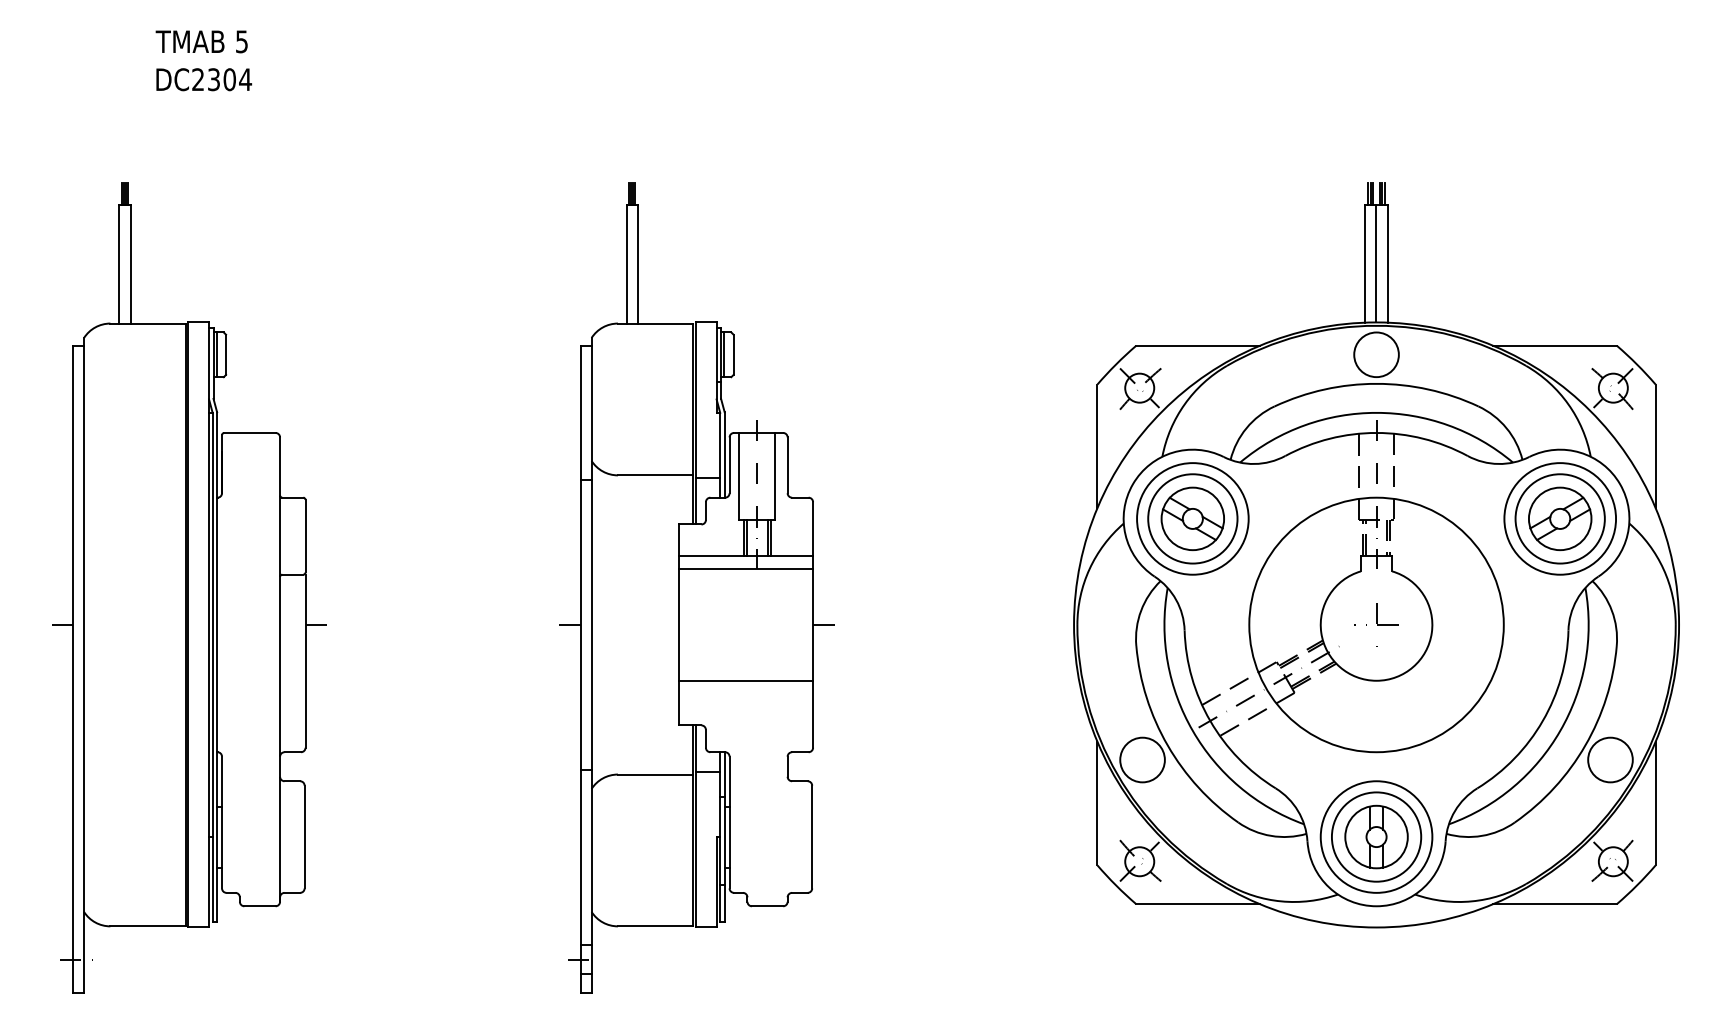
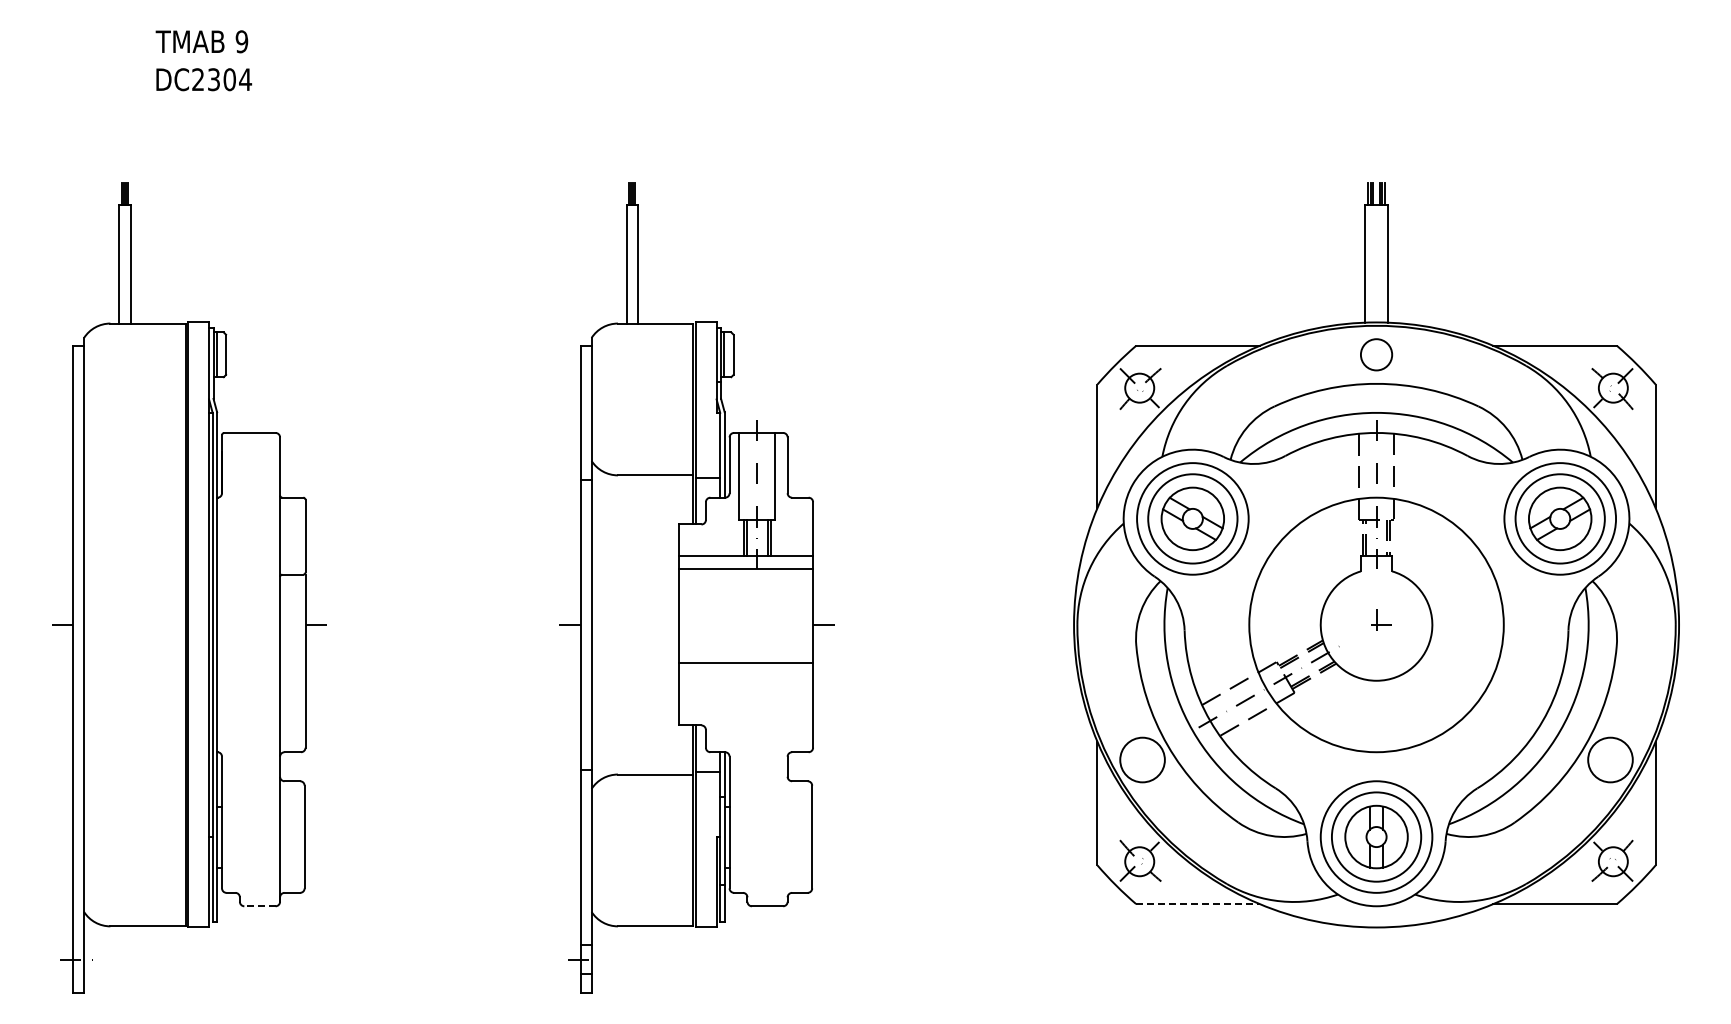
text at (241, 41): 5 -> 9
line at (1376, 263): present -> none
circle at (1376, 354) diameter: 45 px -> 31 px
part at (1376, 624) size: 45x44 px -> 21x22 px
line at (746, 680) position: (746, 680) -> (746, 662)
line at (1197, 904): solid -> dashed
line at (259, 906): solid -> dashed
